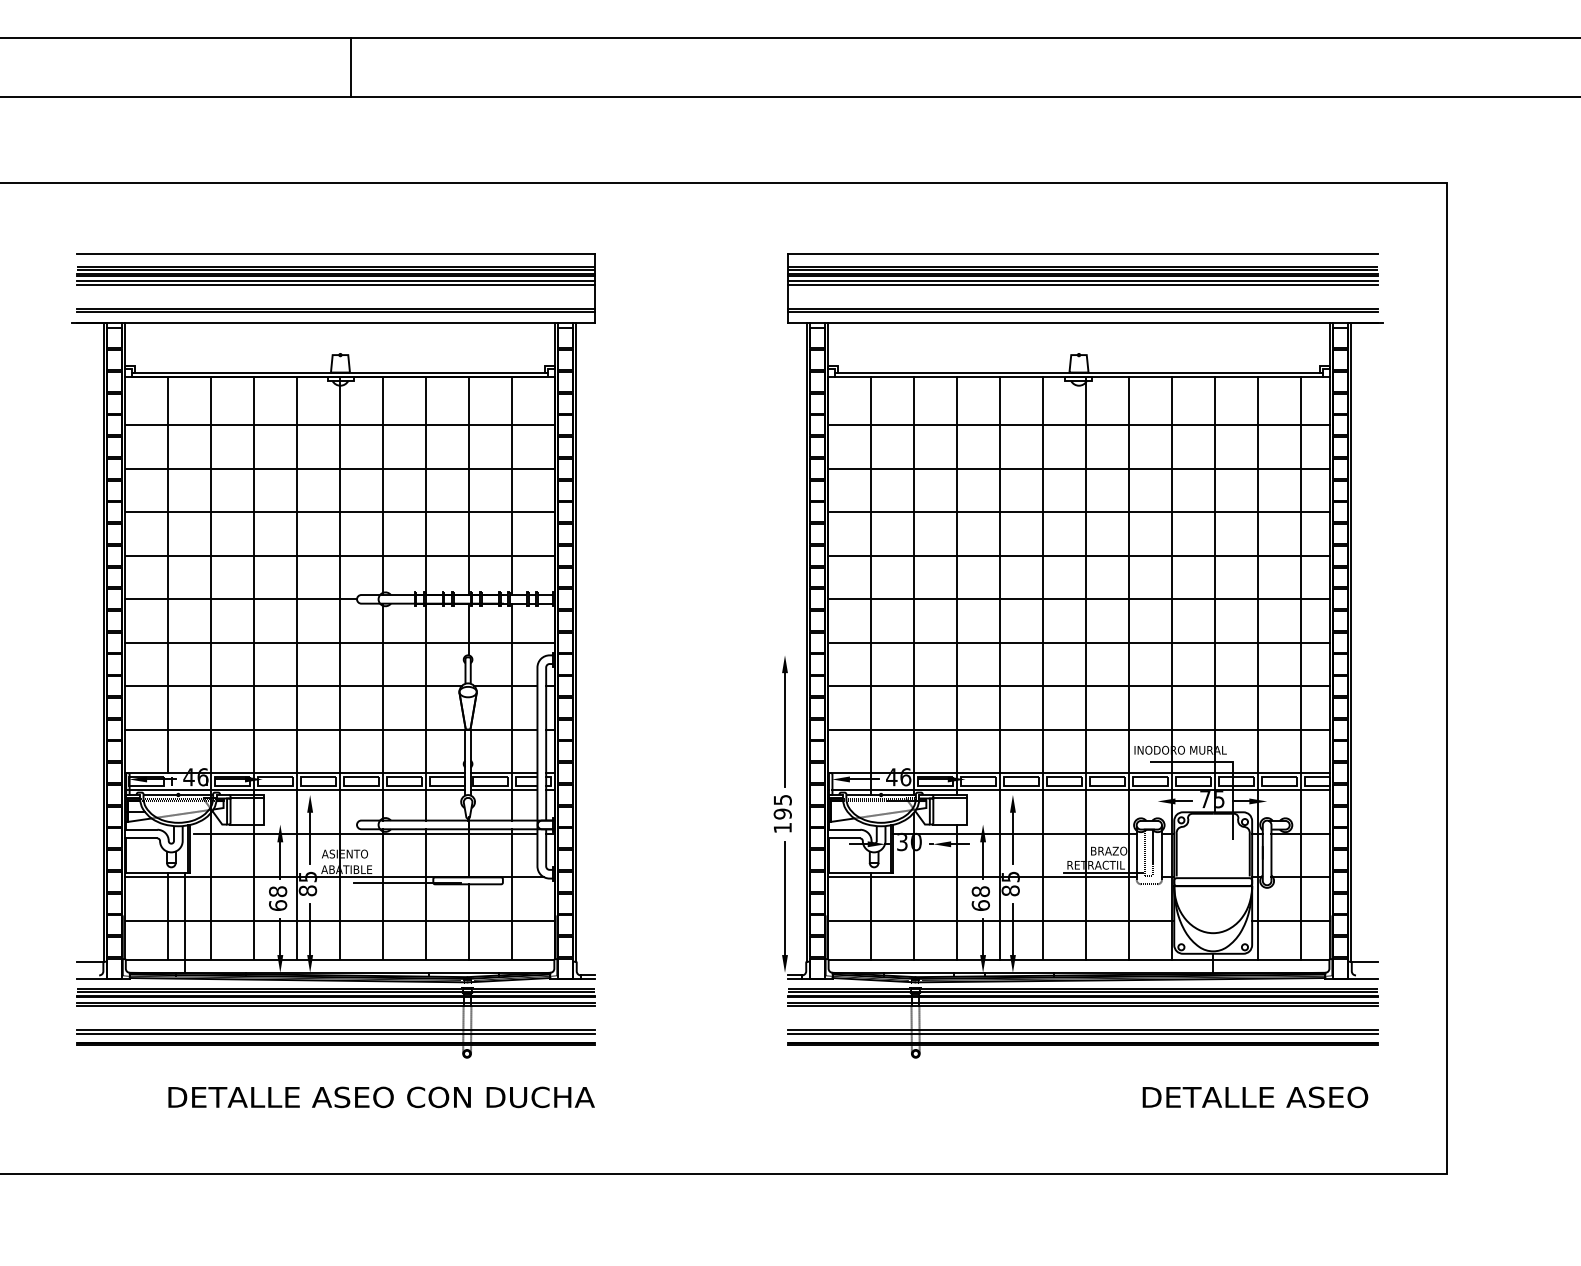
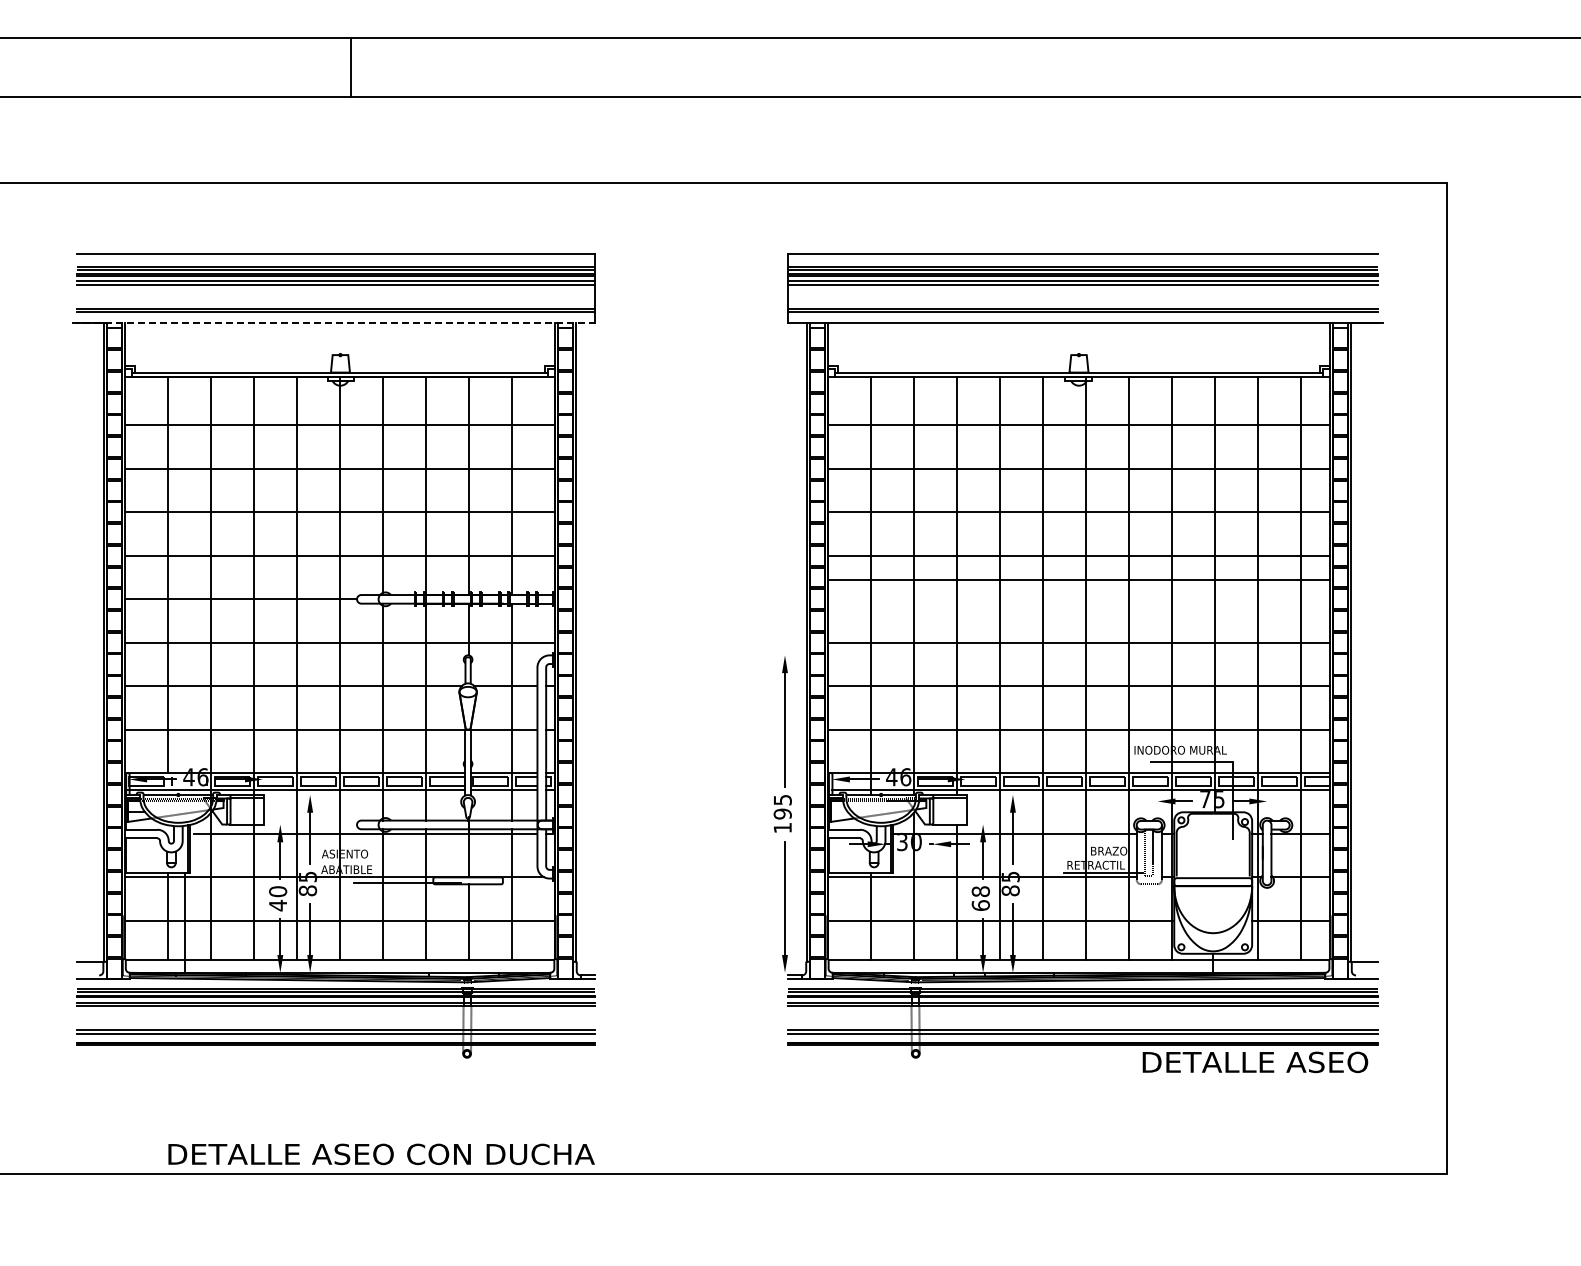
line at (333, 323): solid -> dashed
line at (1078, 599) position: (1078, 599) -> (1078, 580)
text at (278, 898): 68 -> 40
text at (381, 1097) position: (381, 1097) -> (381, 1154)
text at (1255, 1097) position: (1255, 1097) -> (1255, 1062)
